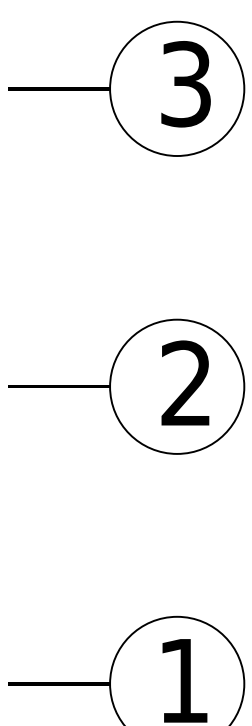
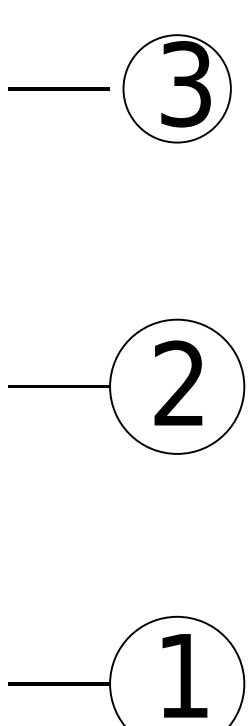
circle at (177, 88) diameter: 134 px -> 107 px
text at (185, 382) position: (185, 382) -> (178, 382)
text at (184, 680) position: (184, 680) -> (184, 675)
